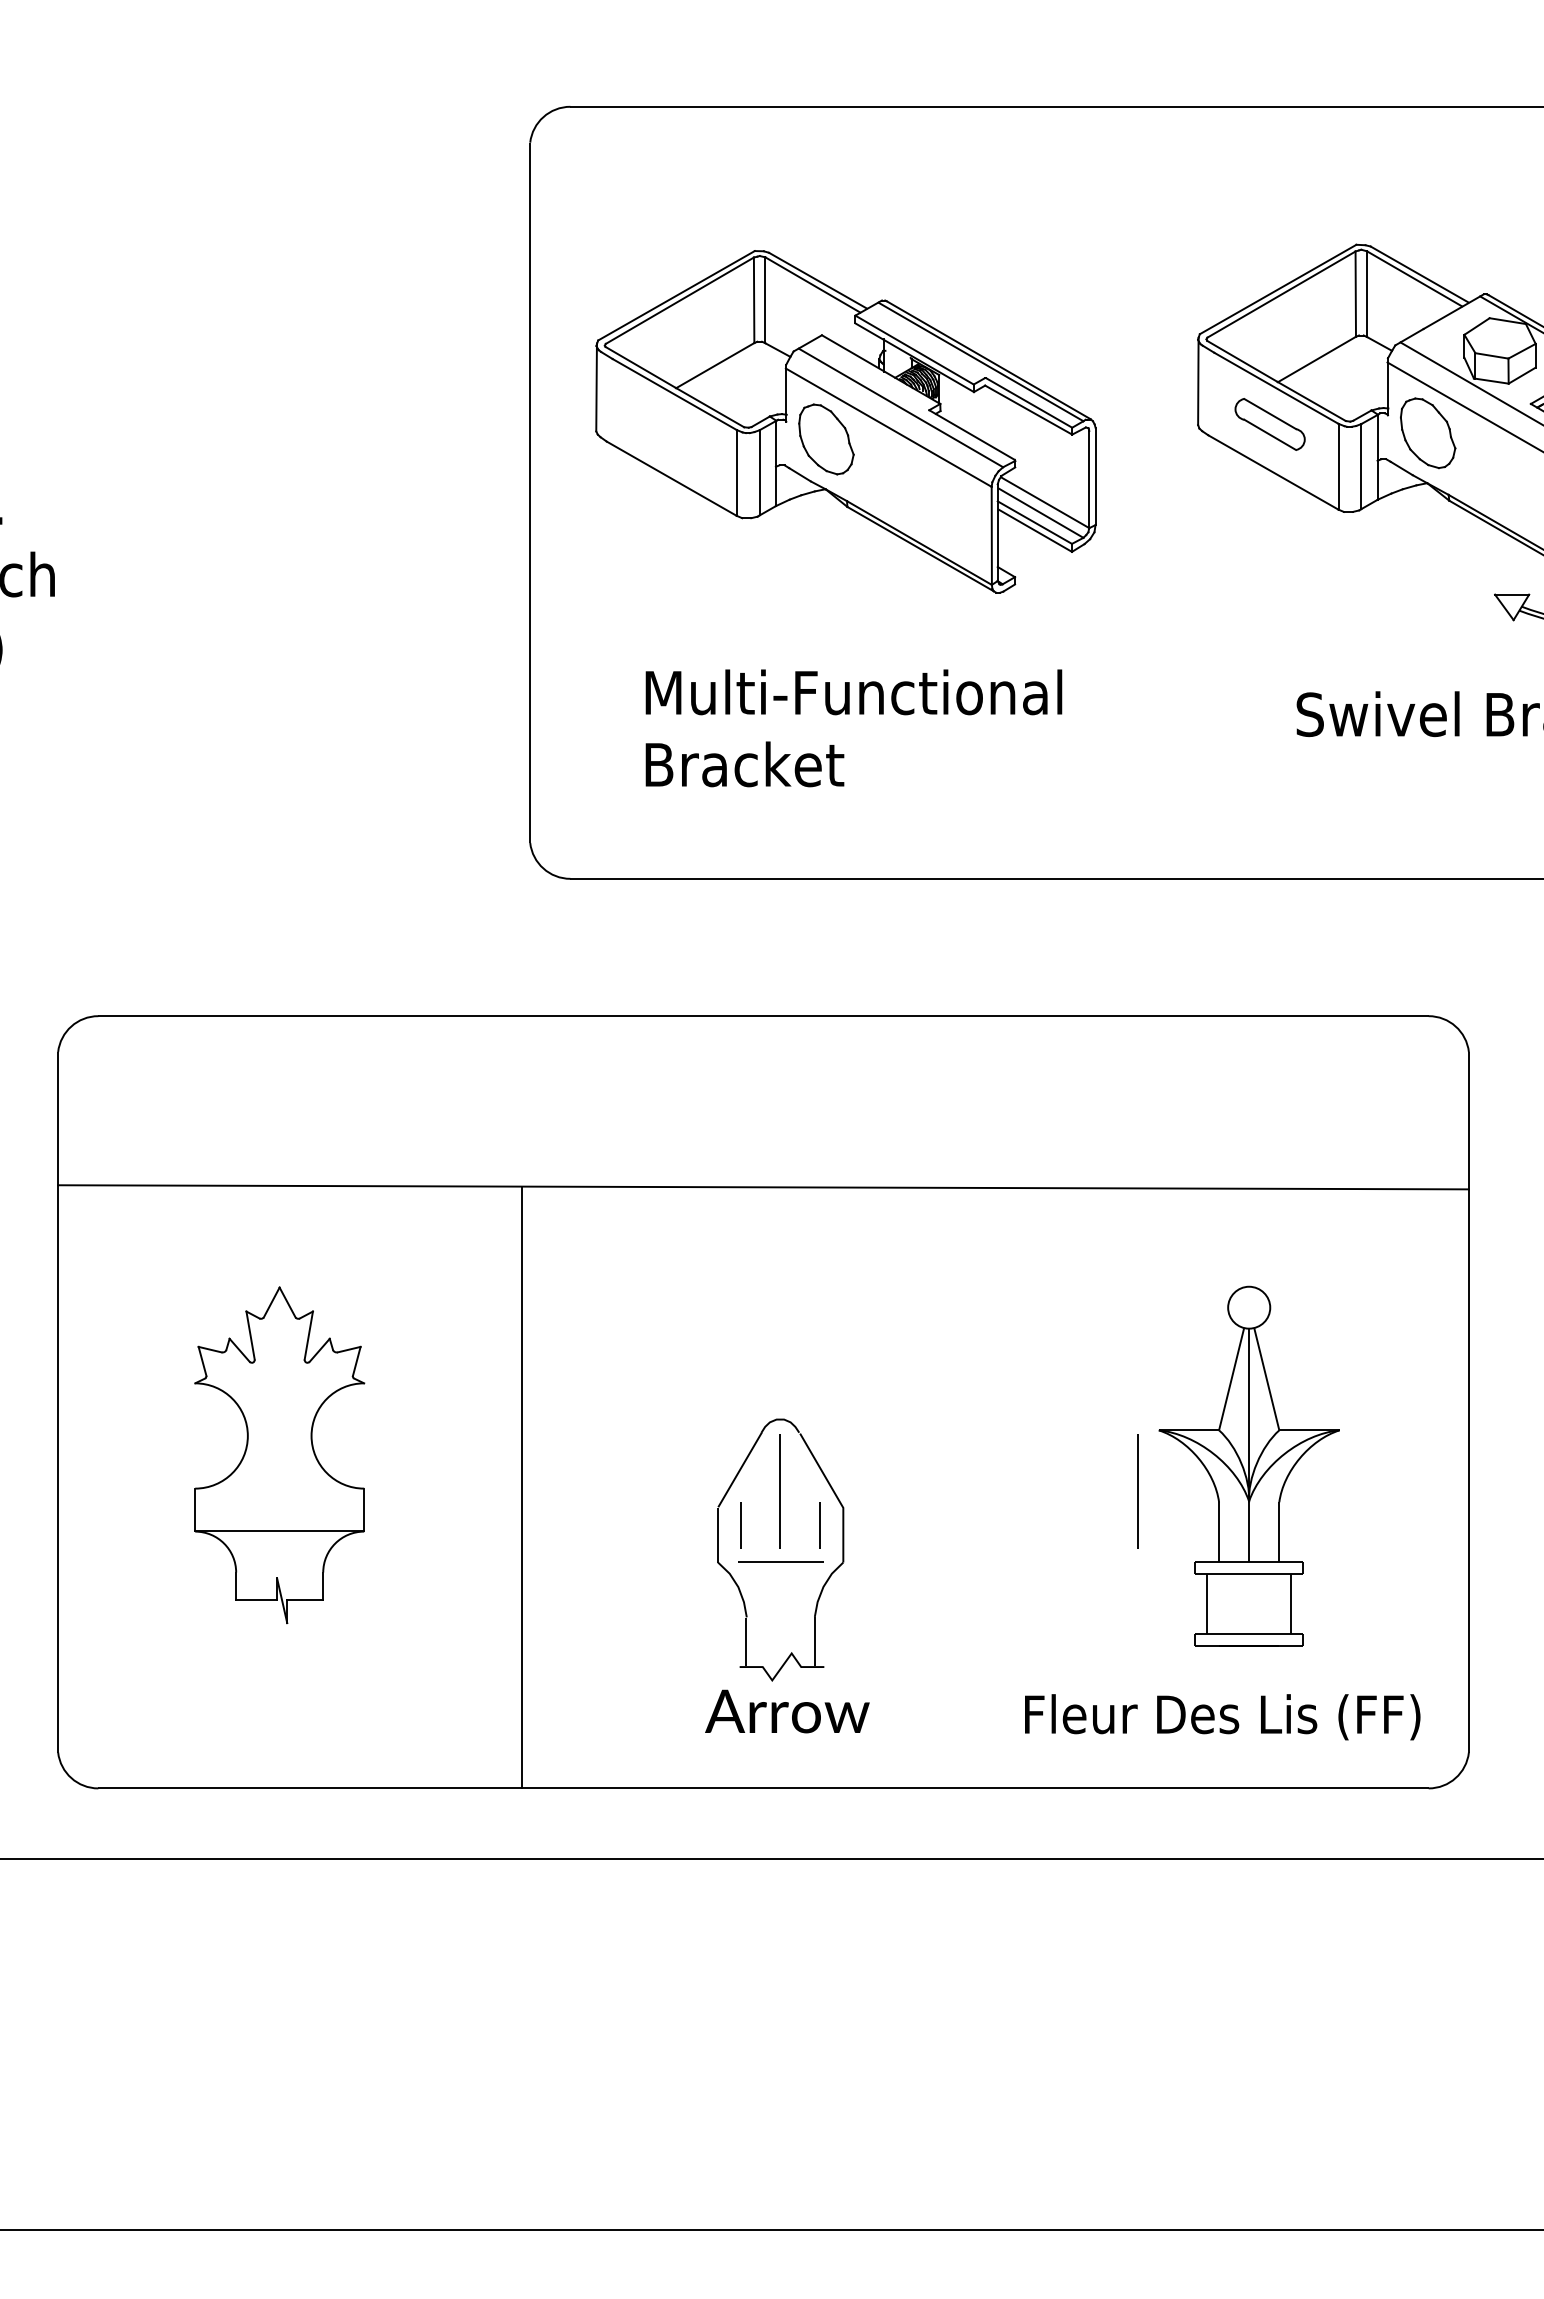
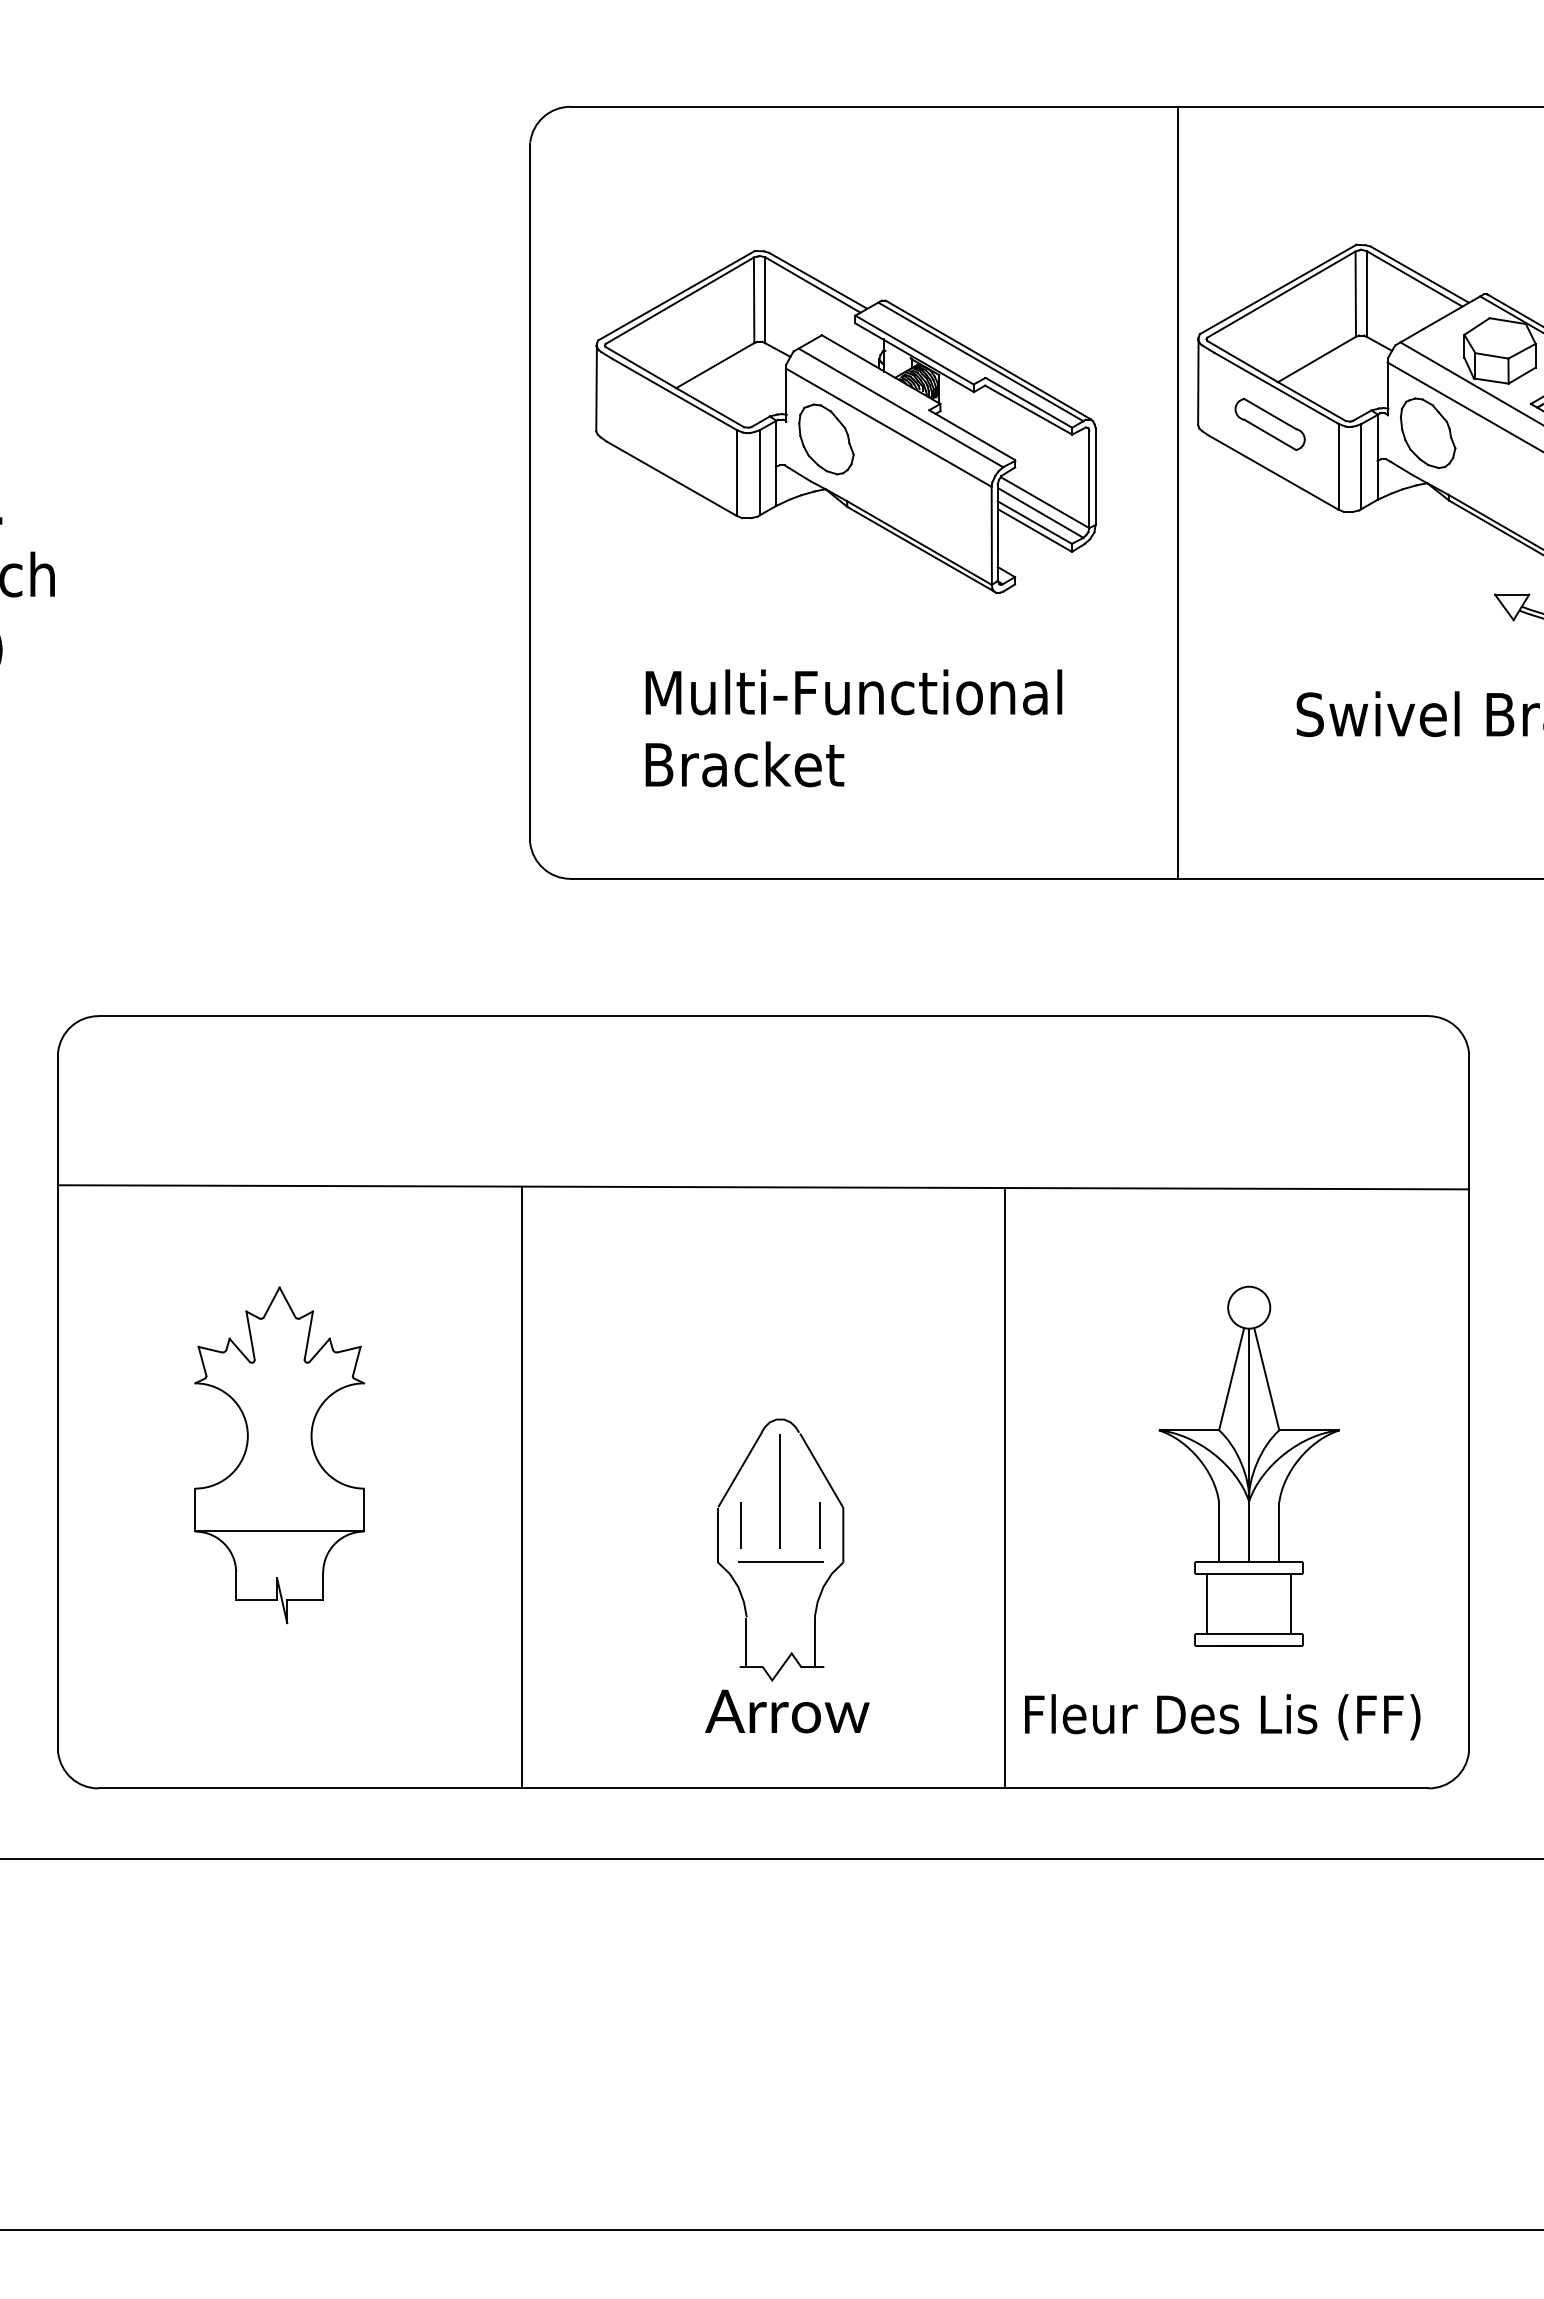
line at (1177, 492): none -> present
line at (1004, 1488): none -> present
line at (1137, 1491): present -> none
